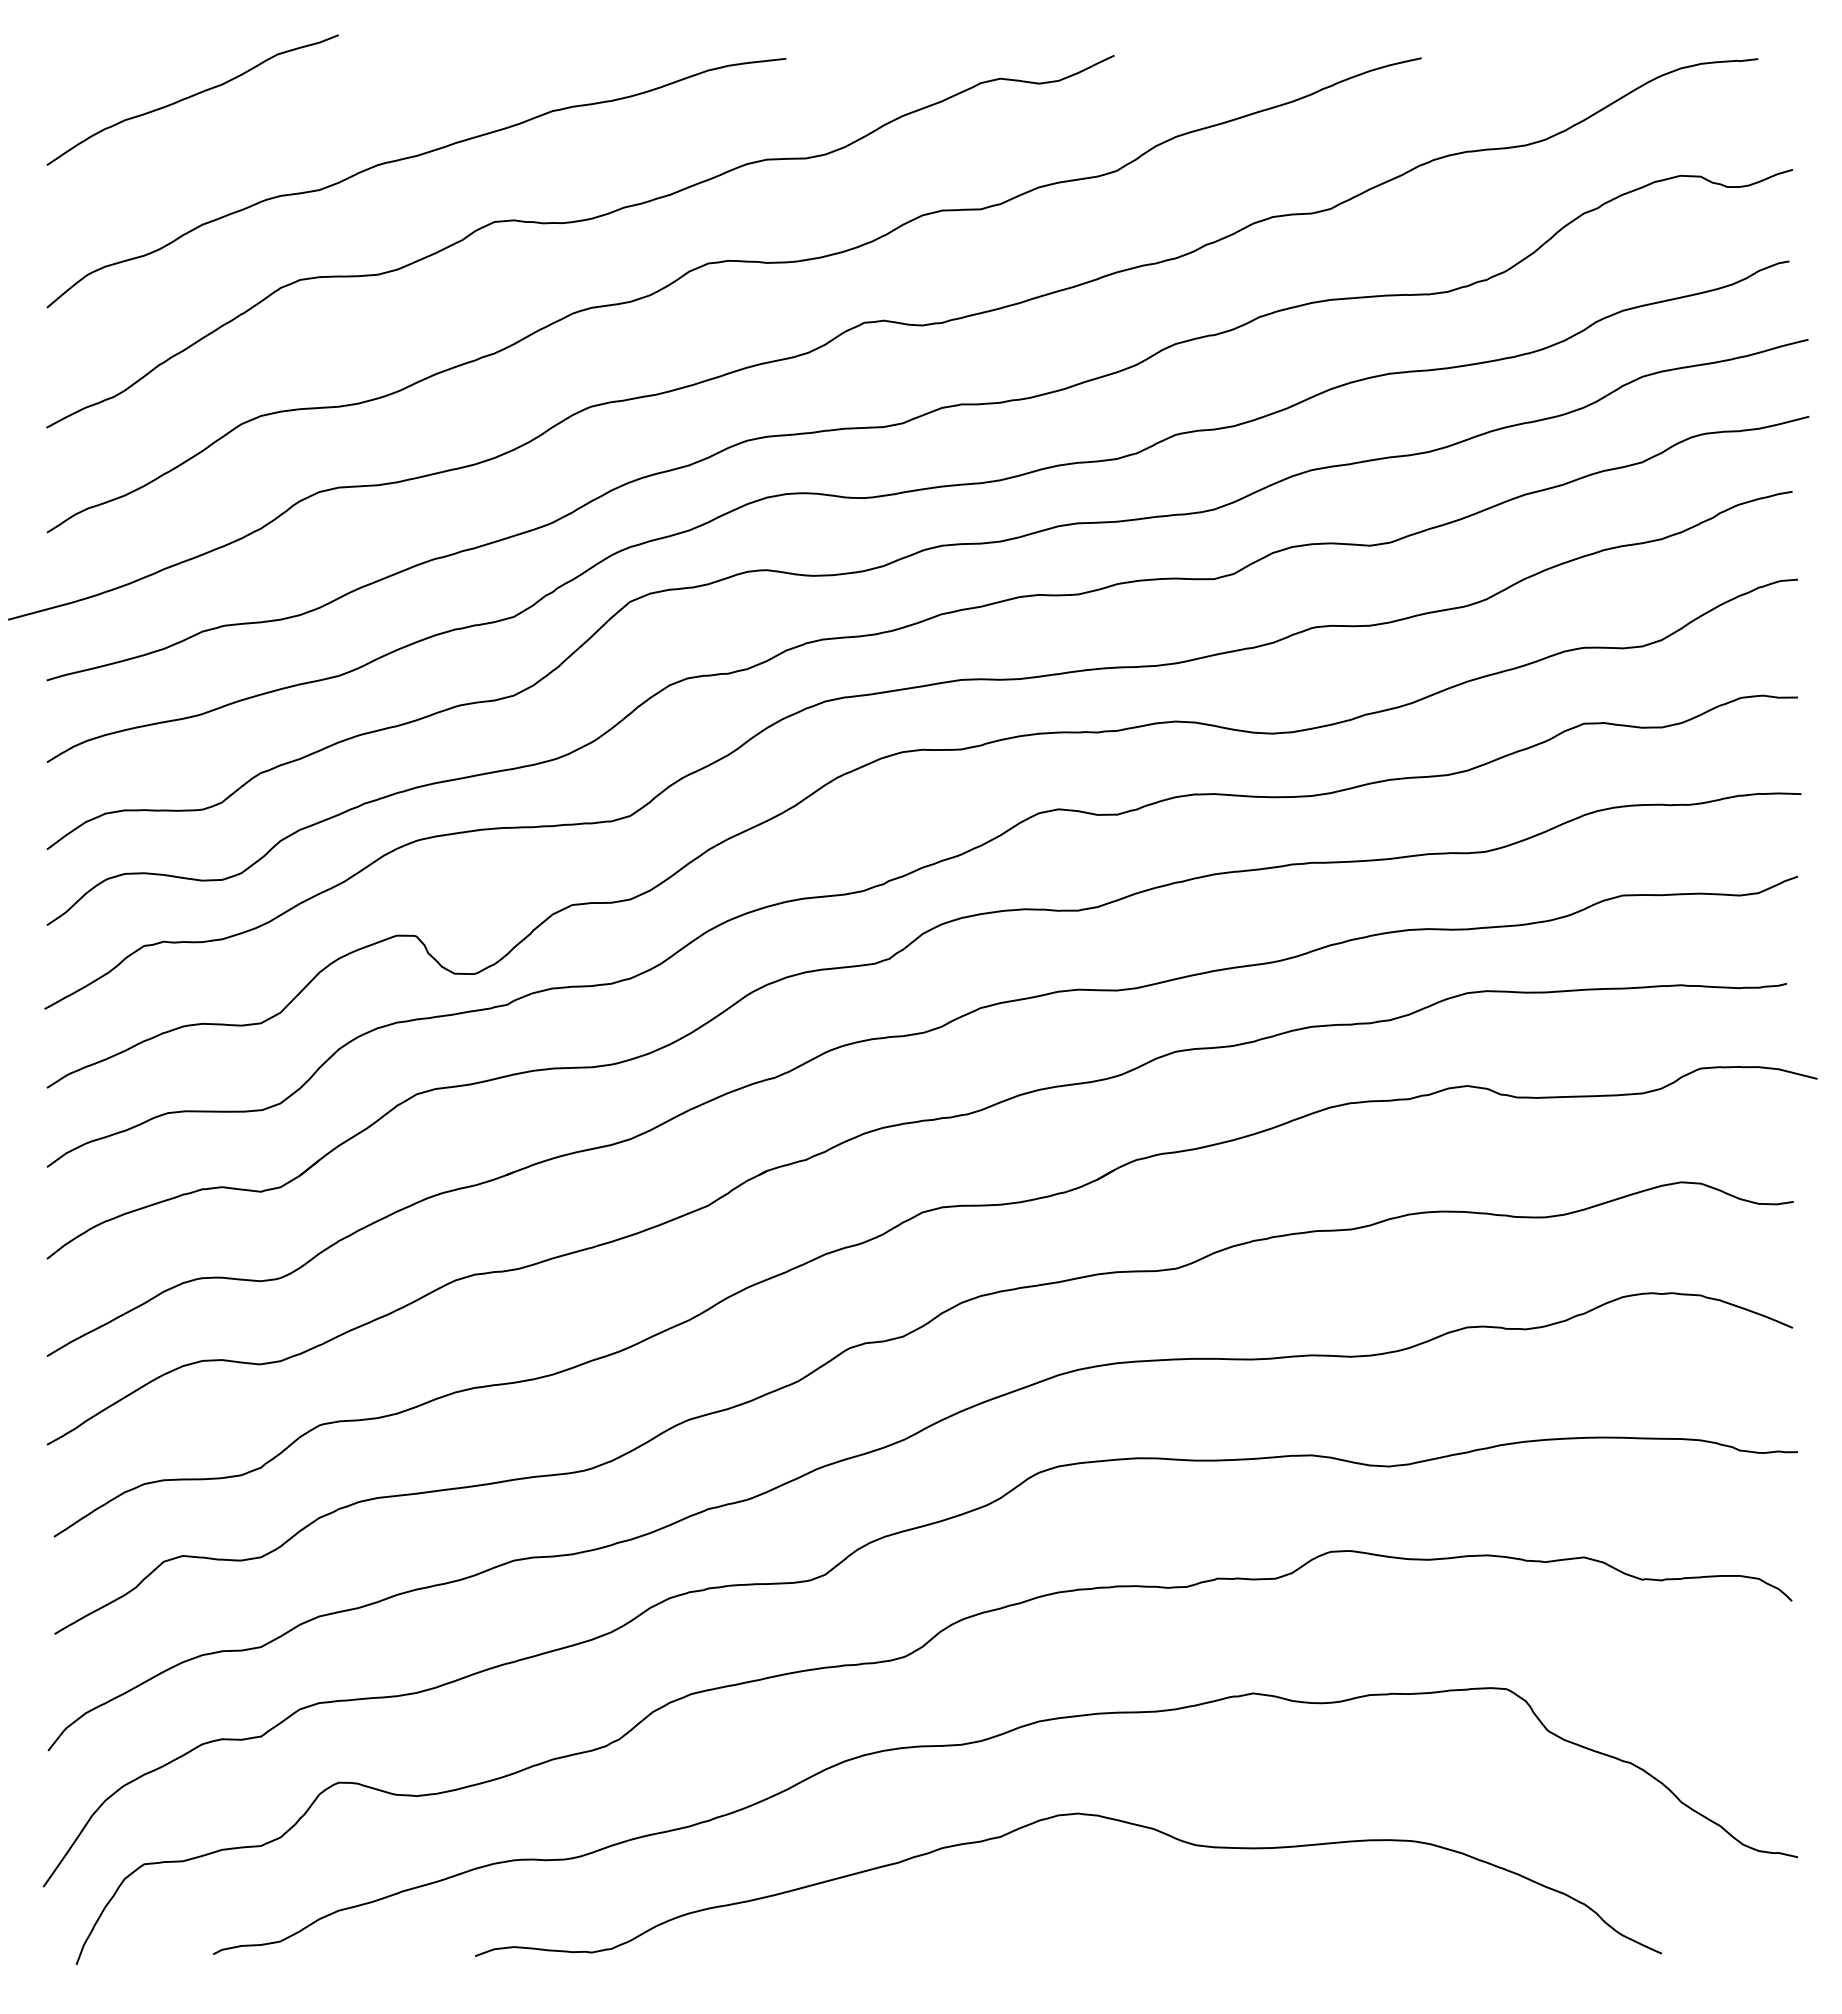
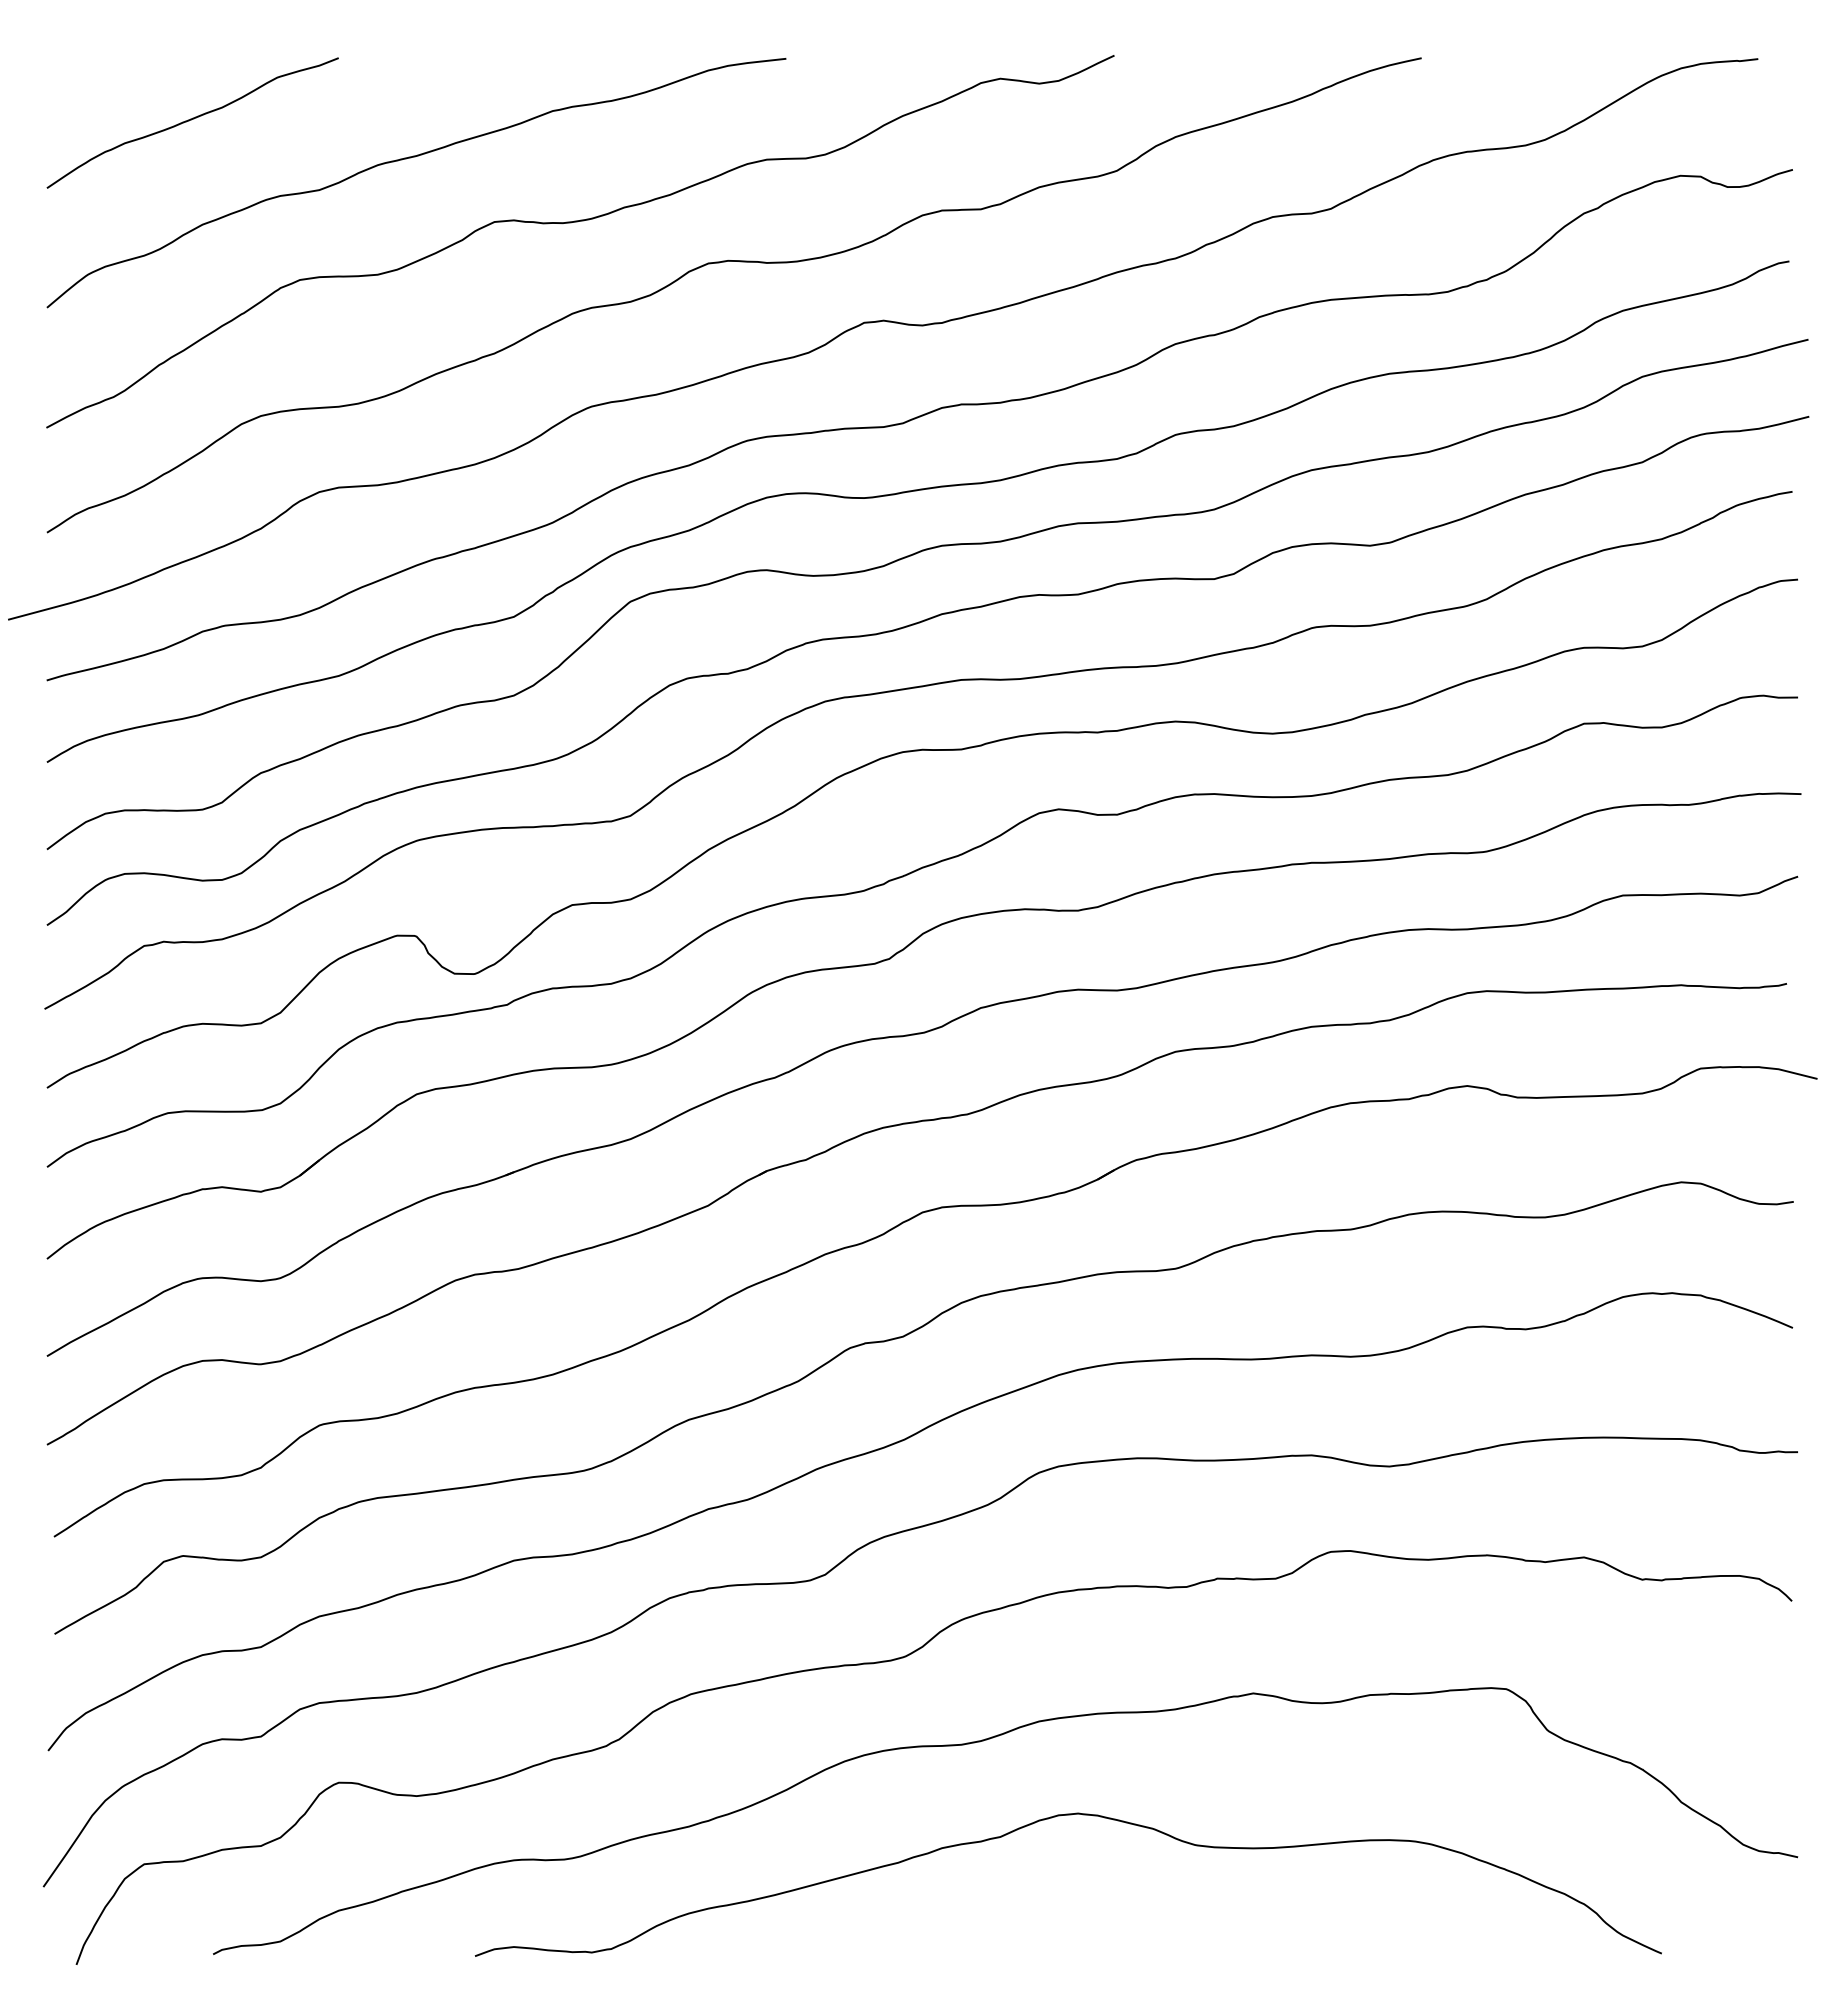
curve at (191, 97) position: (191, 97) -> (191, 120)
